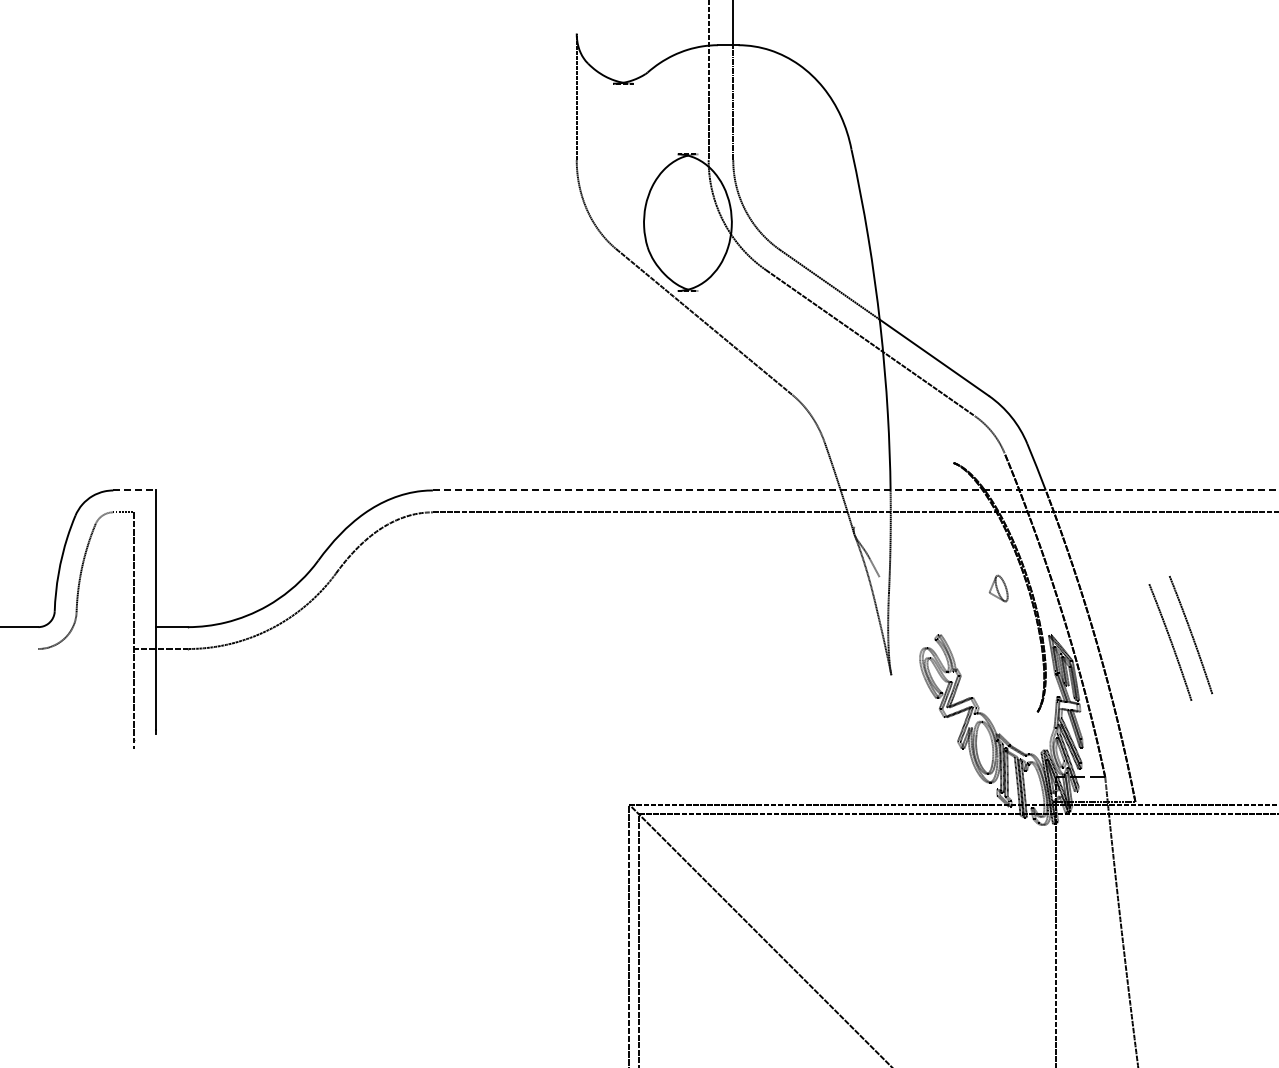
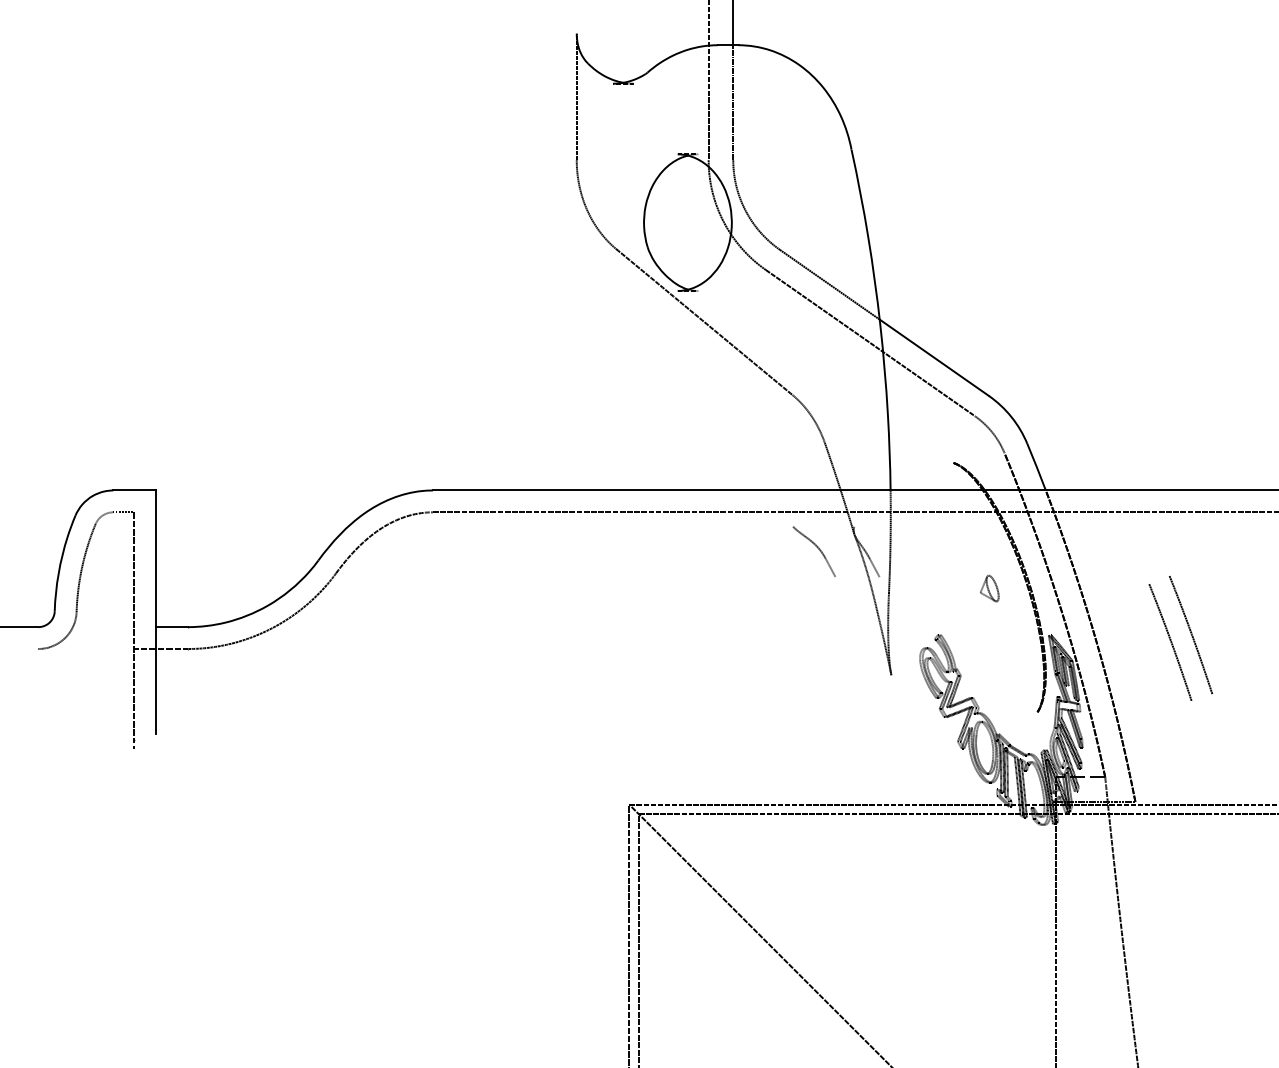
line at (135, 490): dashed -> solid
line at (855, 490): dashed -> solid
part at (813, 551): none -> present
part at (998, 588) position: (998, 588) -> (989, 588)
